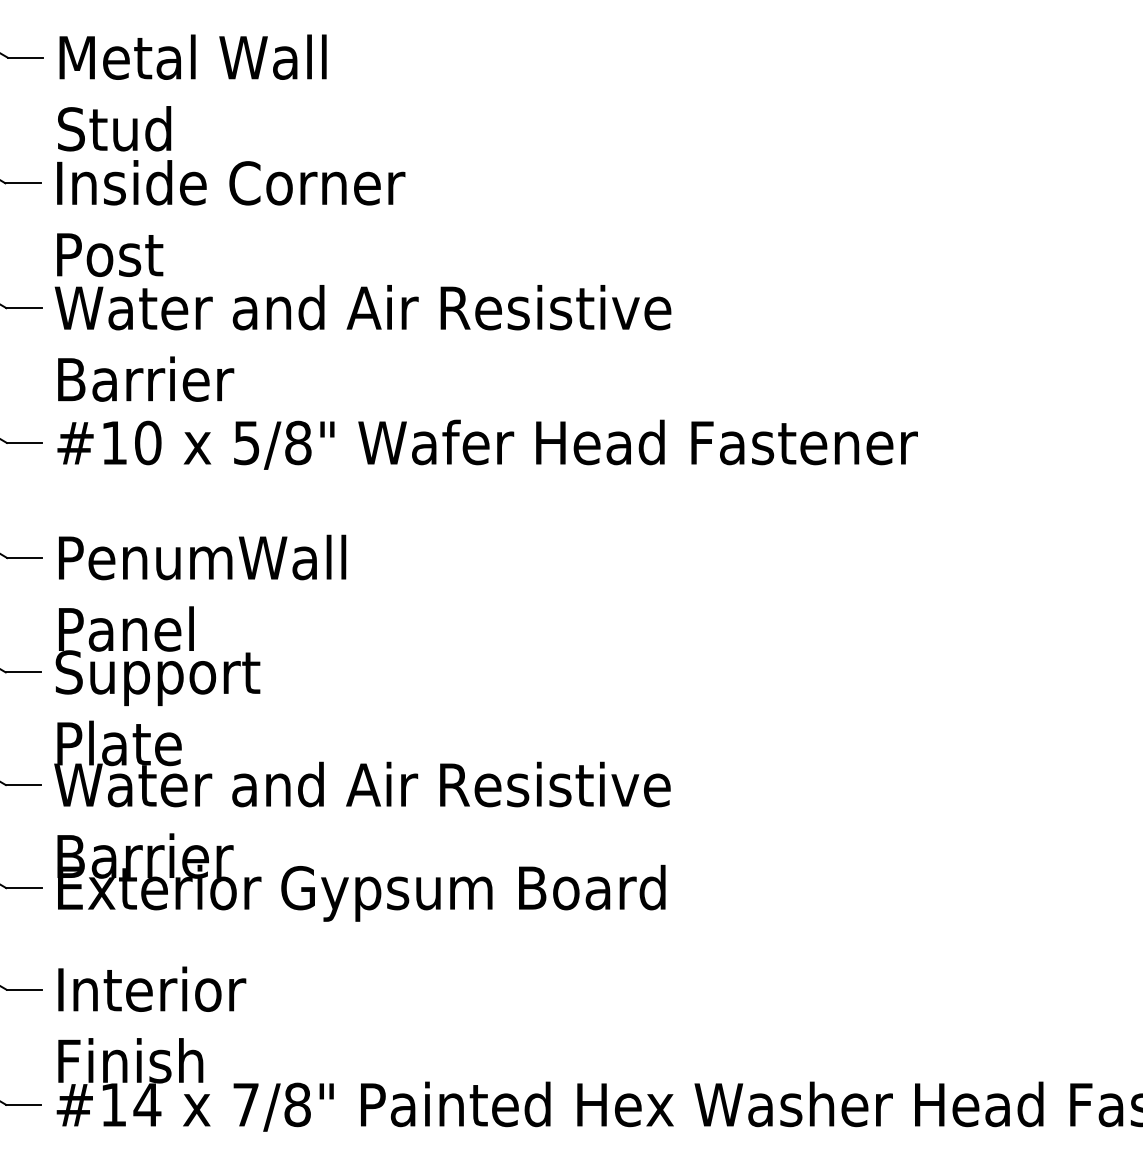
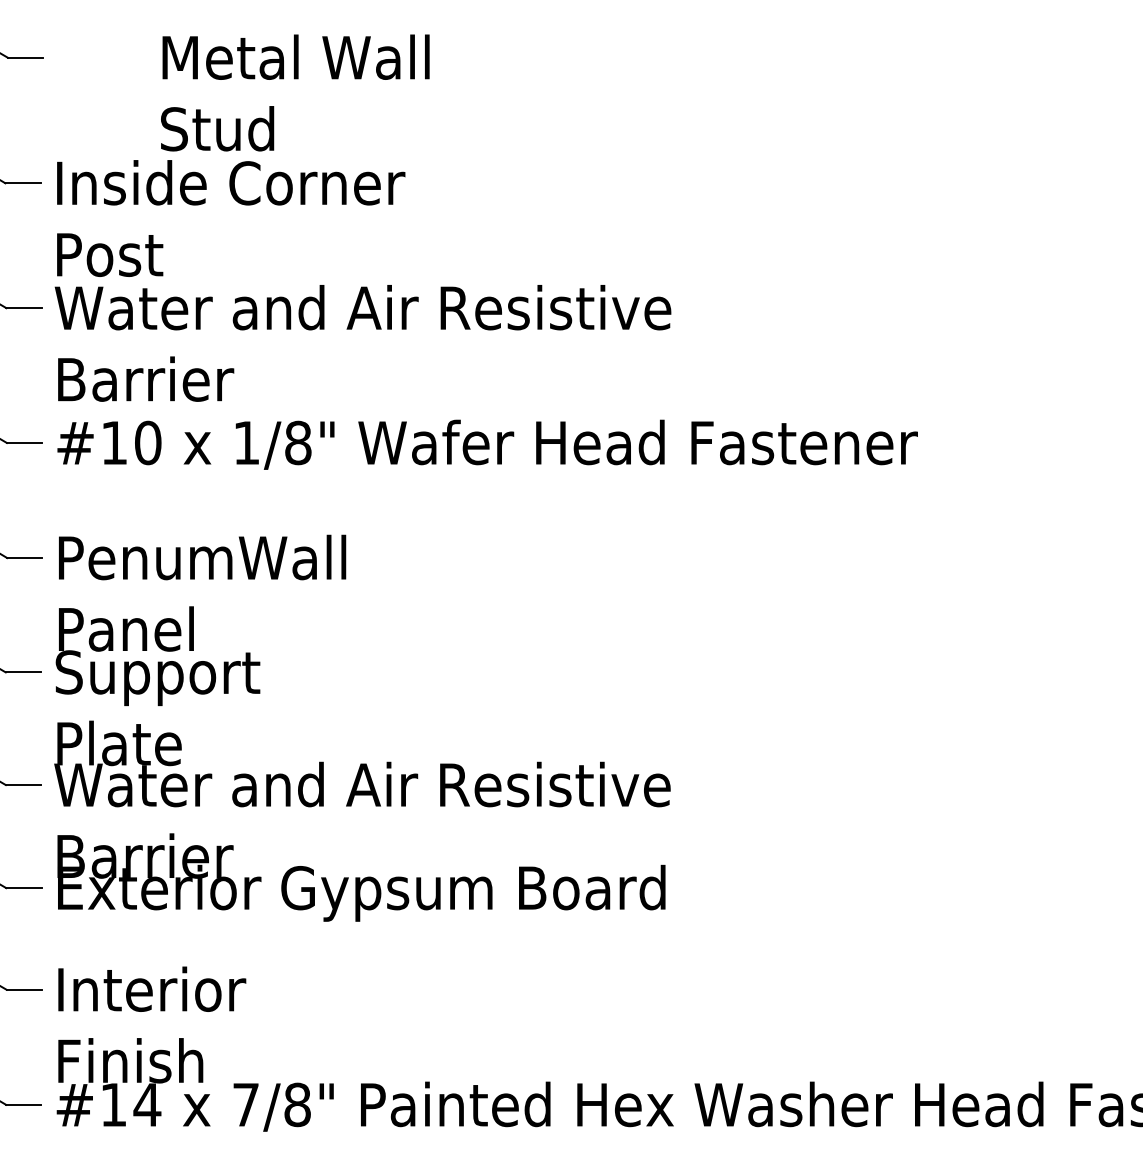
text at (192, 92) position: (192, 92) -> (295, 92)
text at (246, 443): 5/8" -> 1/8"
